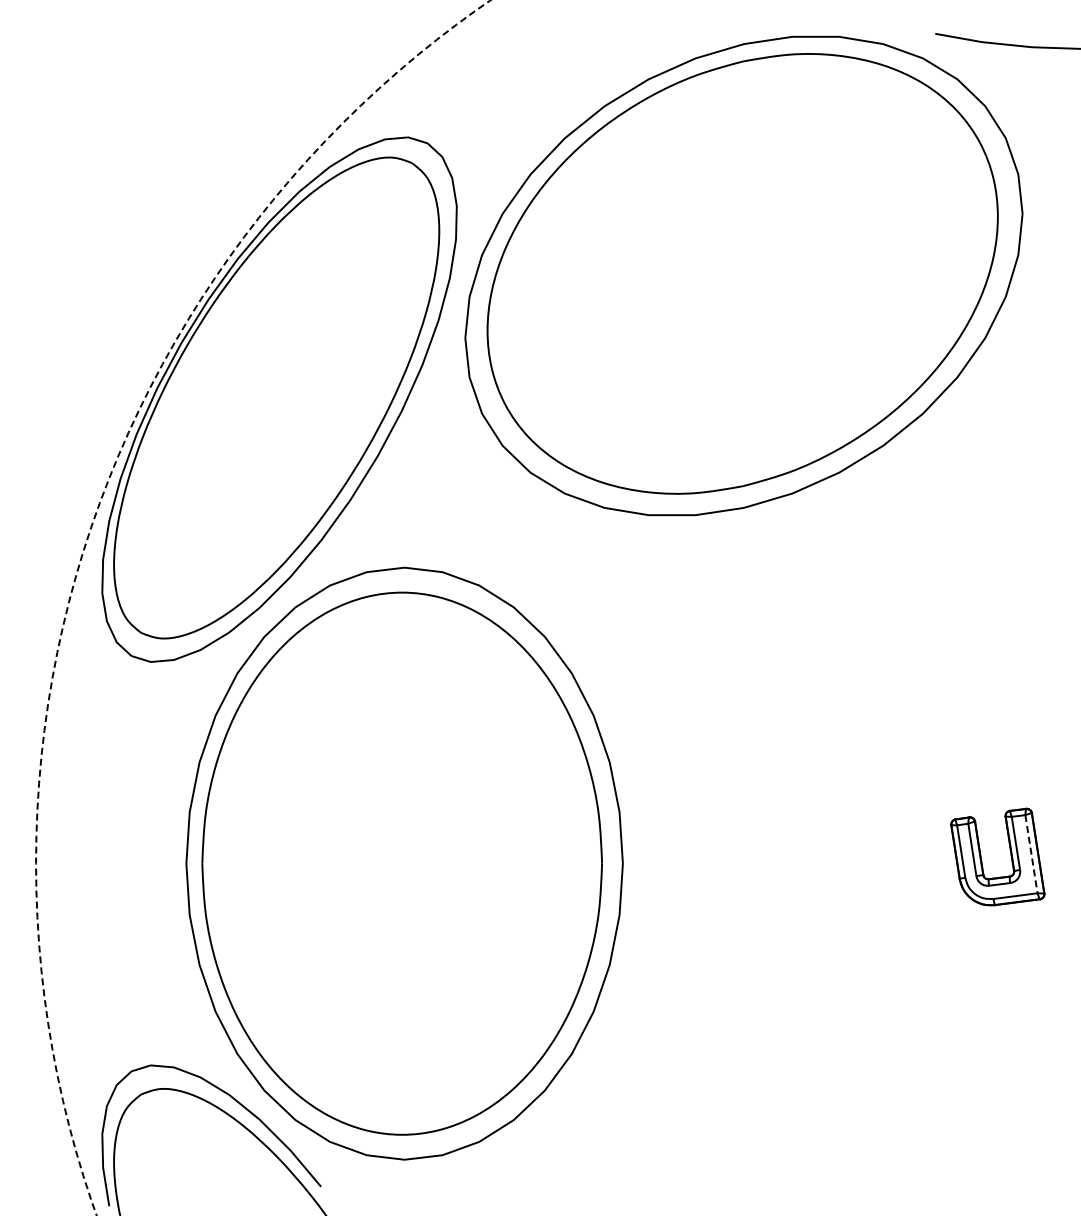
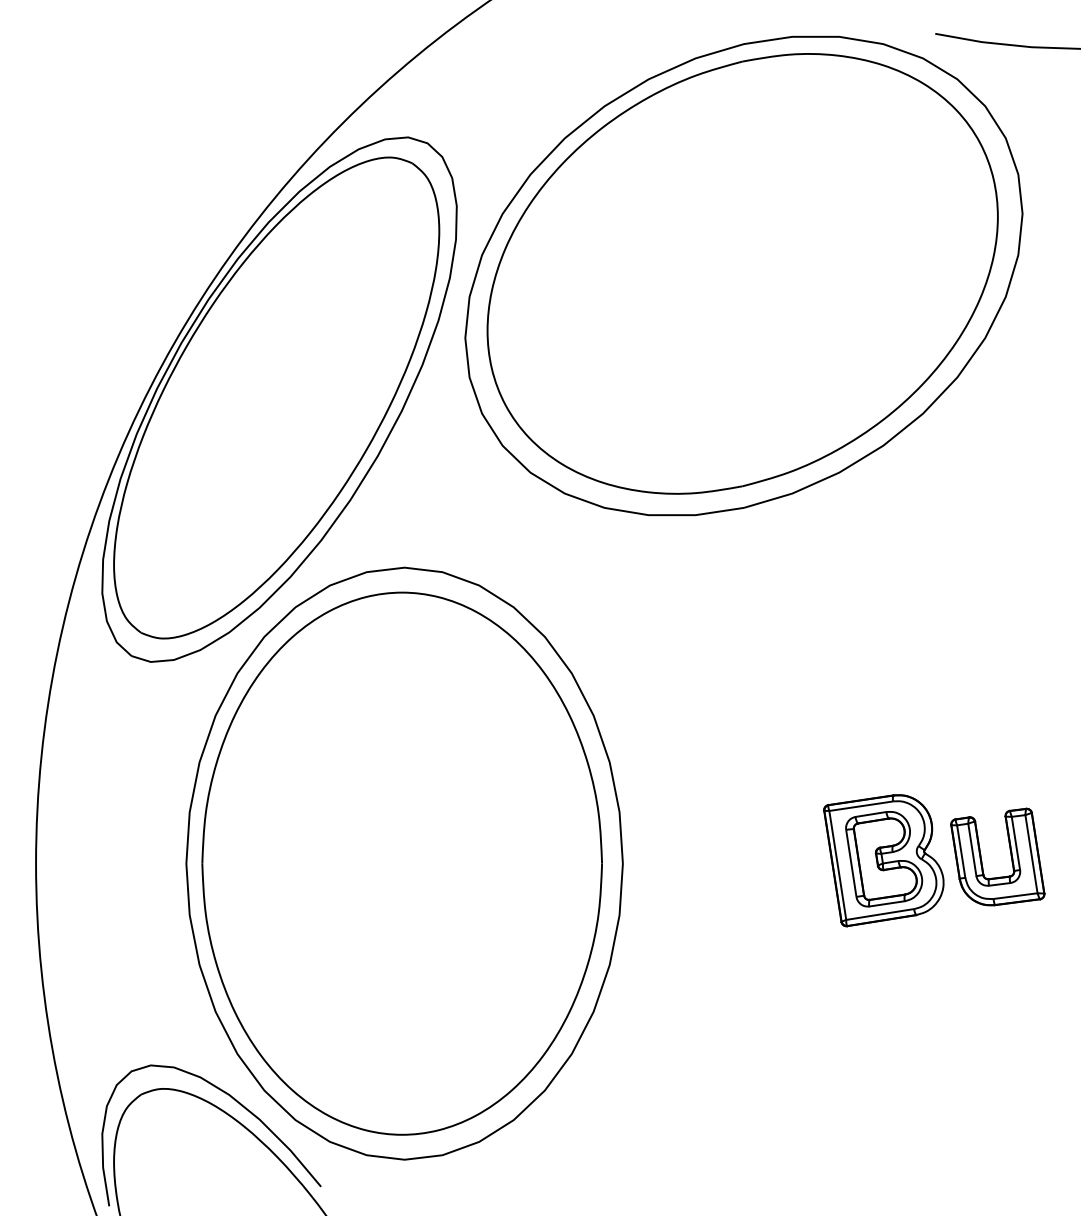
arc at (88, 537): dashed -> solid
line at (1031, 854): dashed -> solid
part at (883, 860): none -> present
